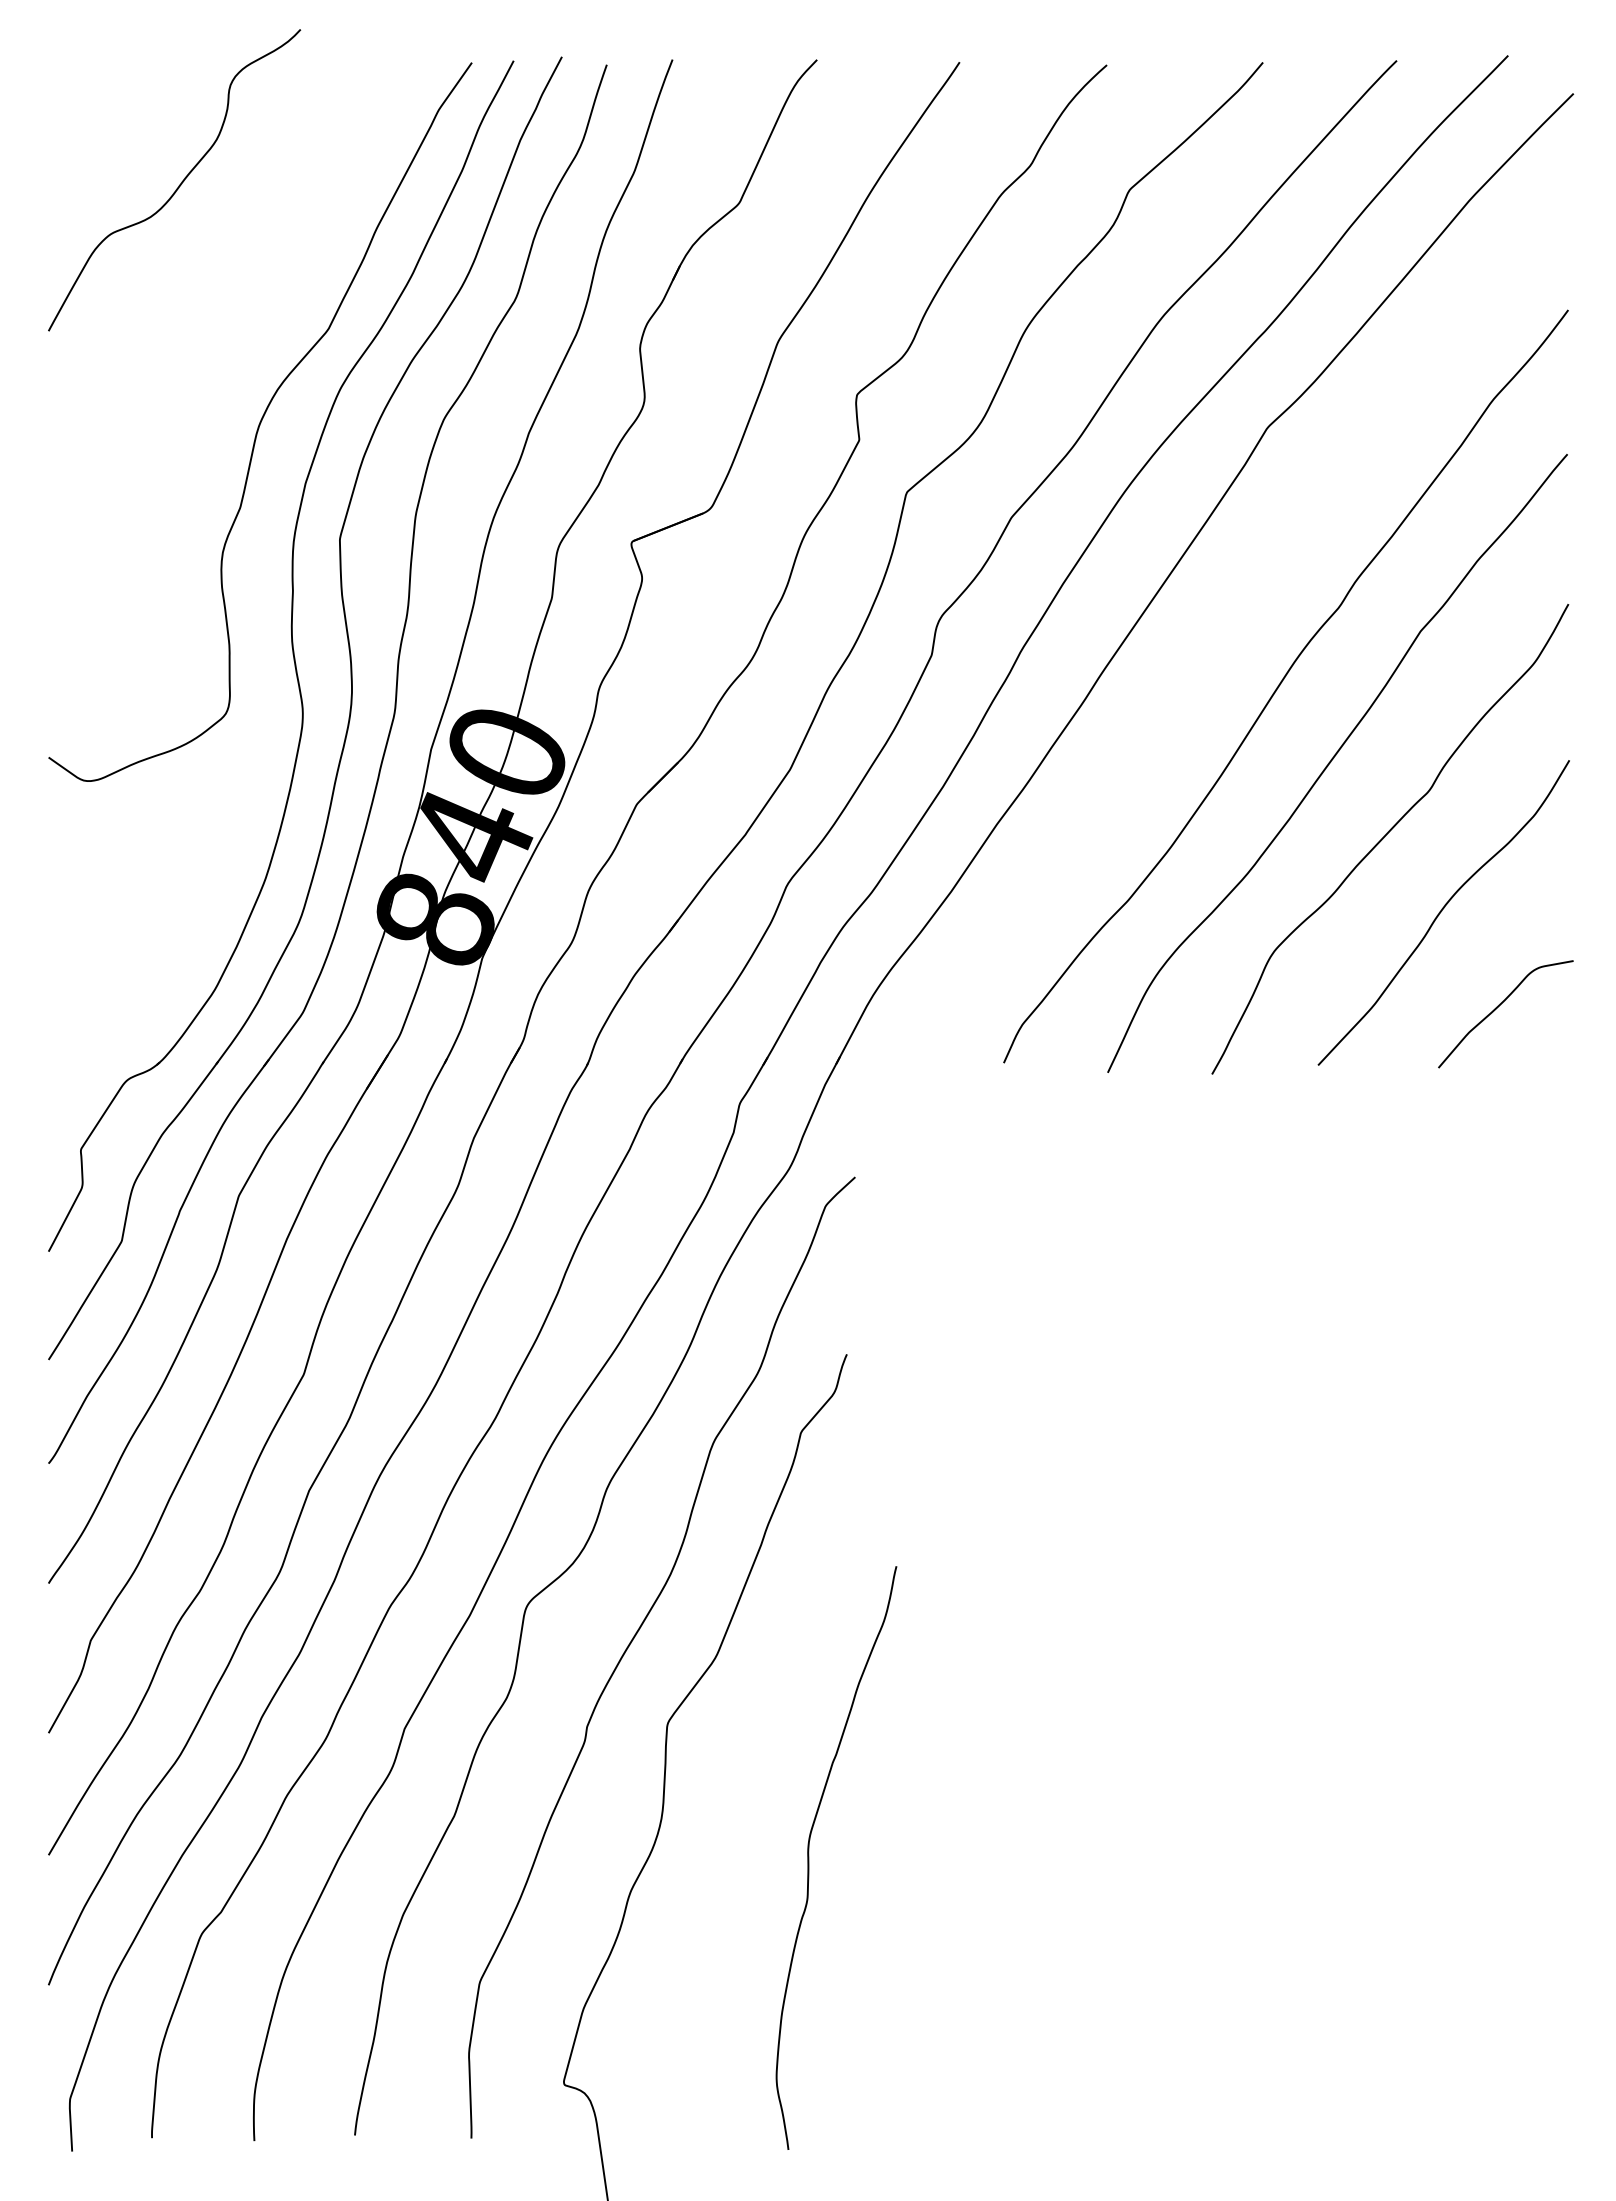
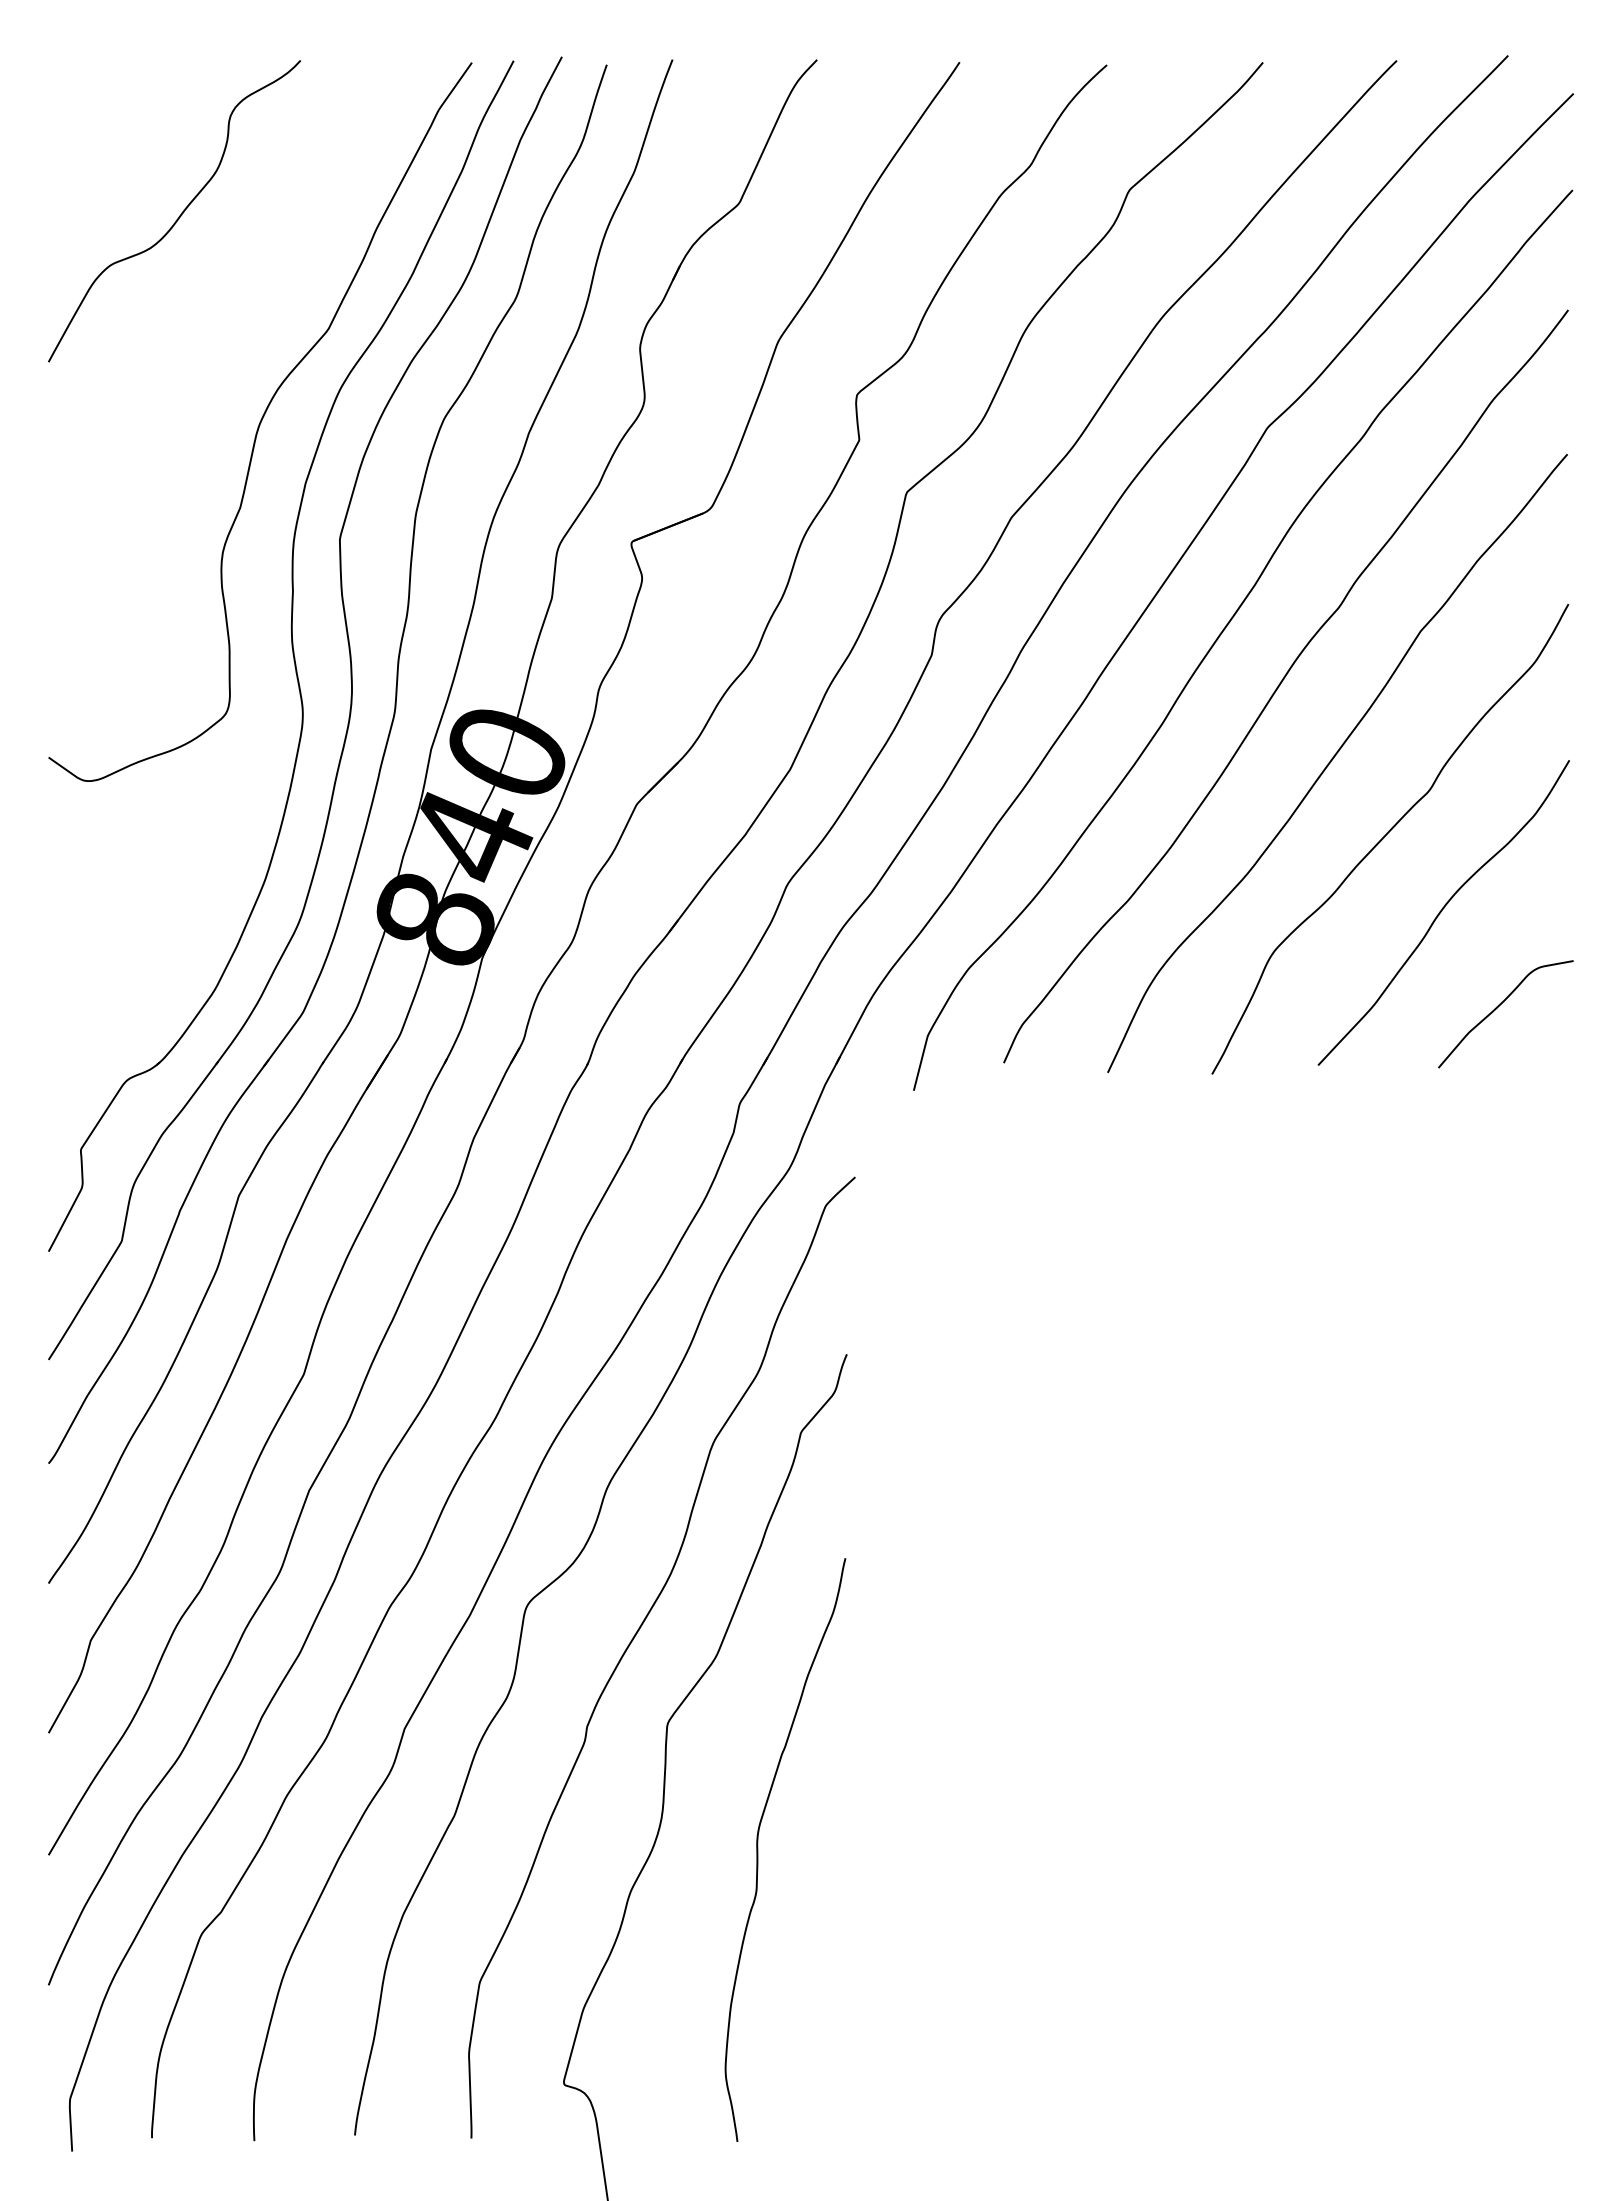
curve at (179, 184) position: (179, 184) -> (179, 215)
curve at (1225, 629): none -> present
curve at (809, 1857) position: (809, 1857) -> (758, 1849)
